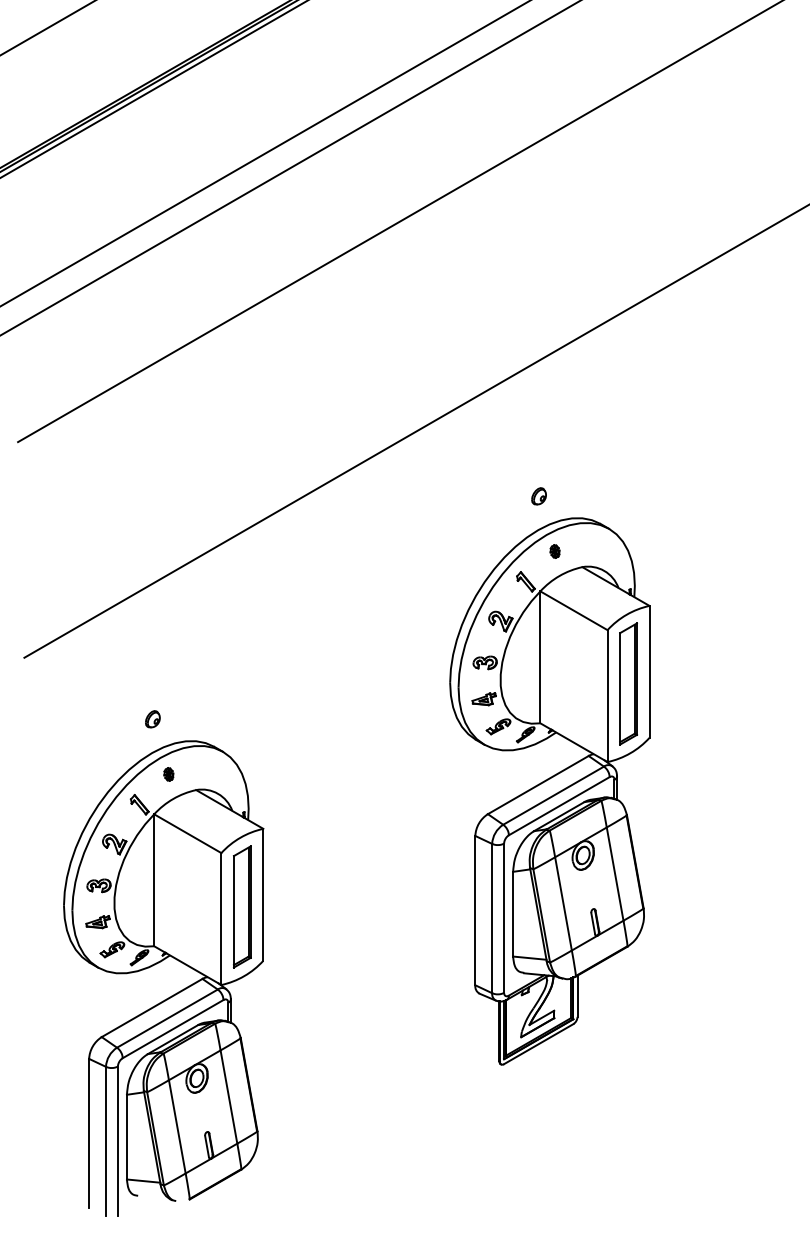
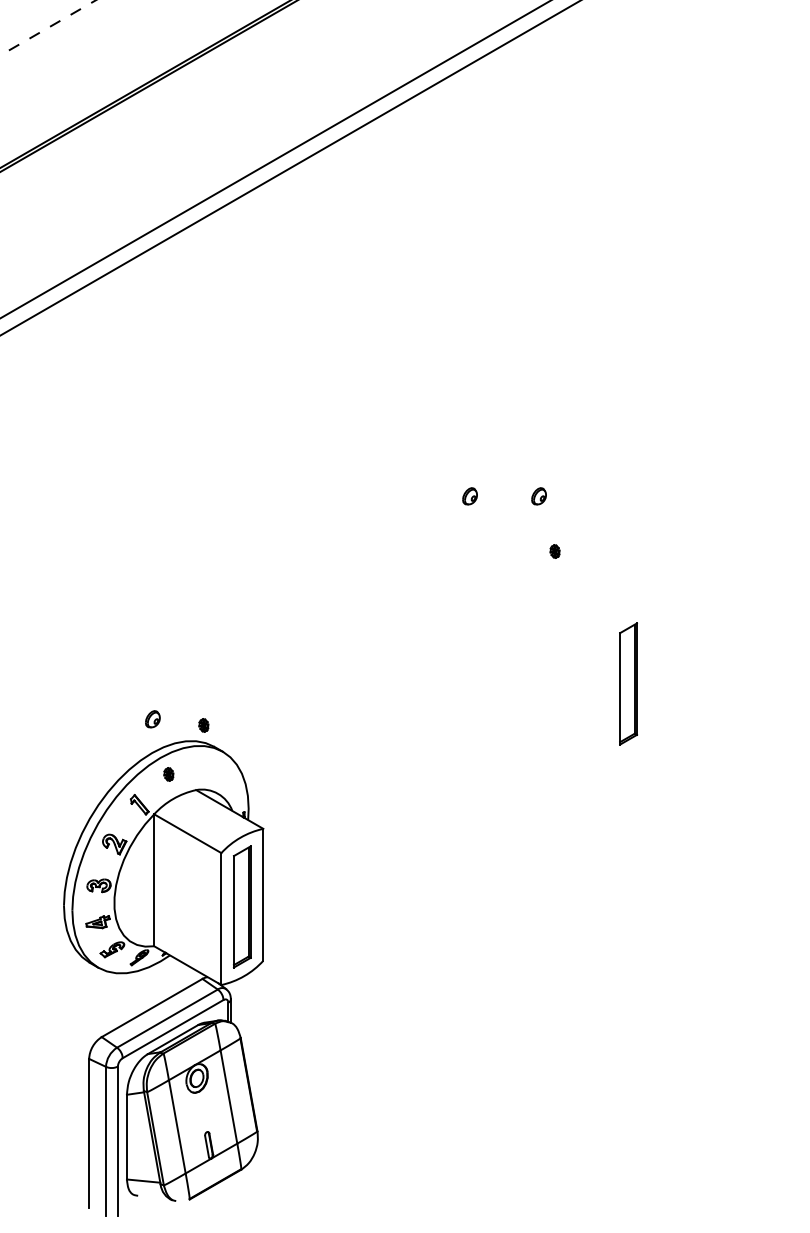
line at (48, 27): solid -> dashed
line at (153, 89): present -> none
line at (264, 153) position: (264, 153) -> (275, 159)
line at (399, 222): present -> none
line at (415, 431): present -> none
part at (469, 496): none -> present
part at (203, 725): none -> present
part at (549, 791): present -> none
